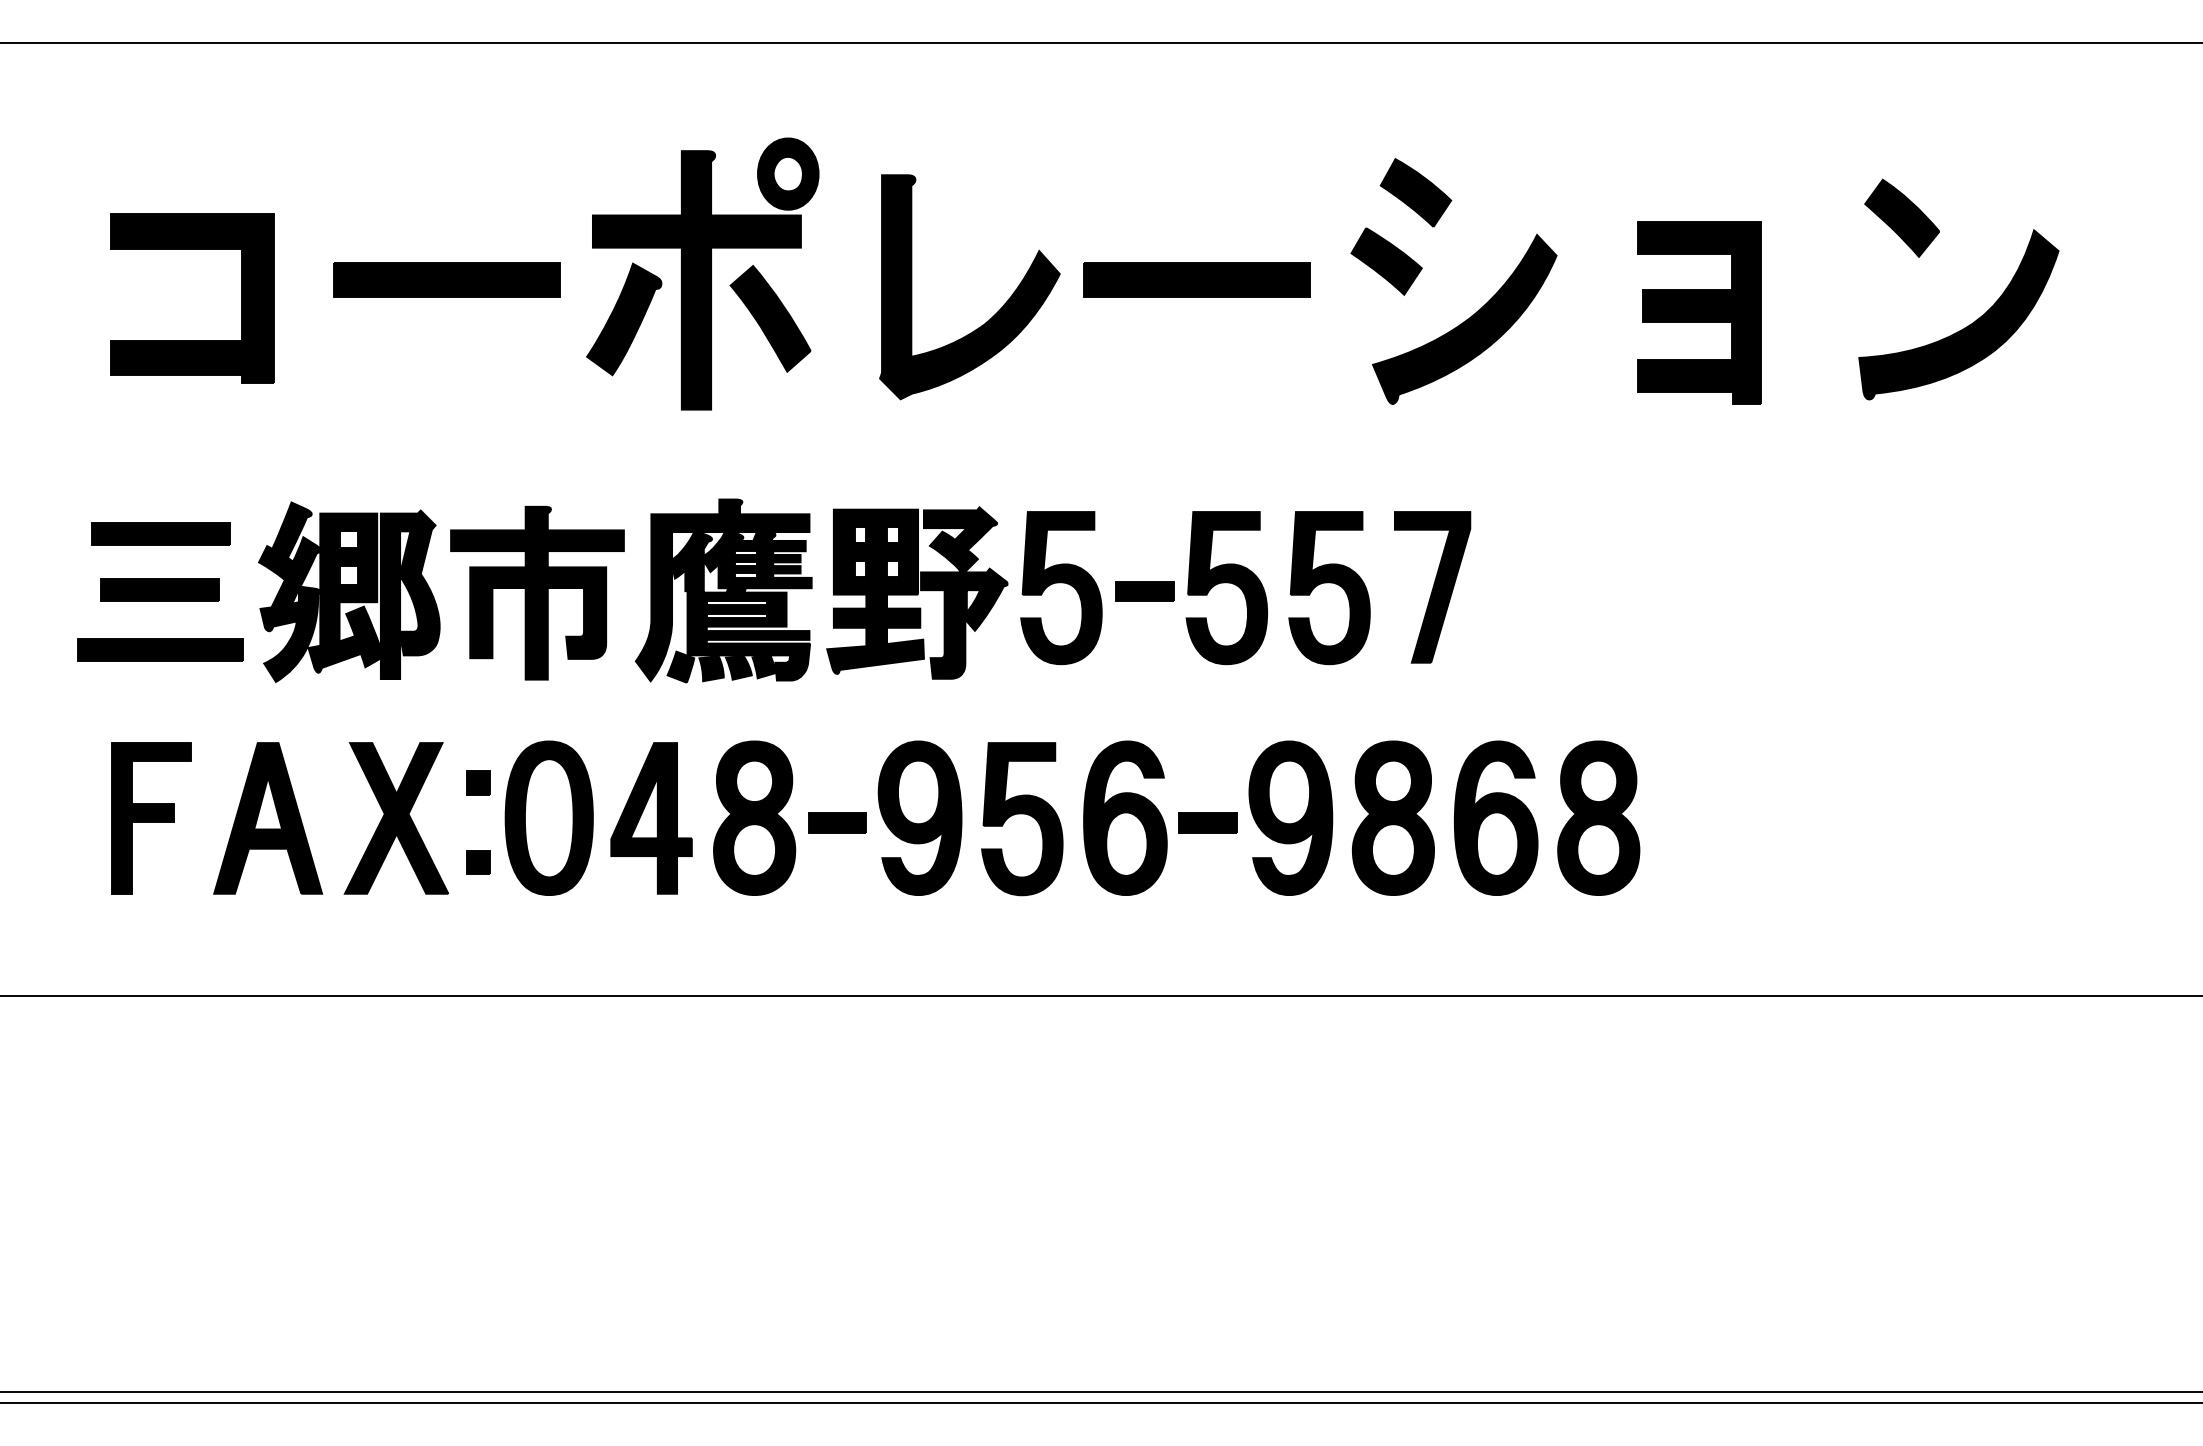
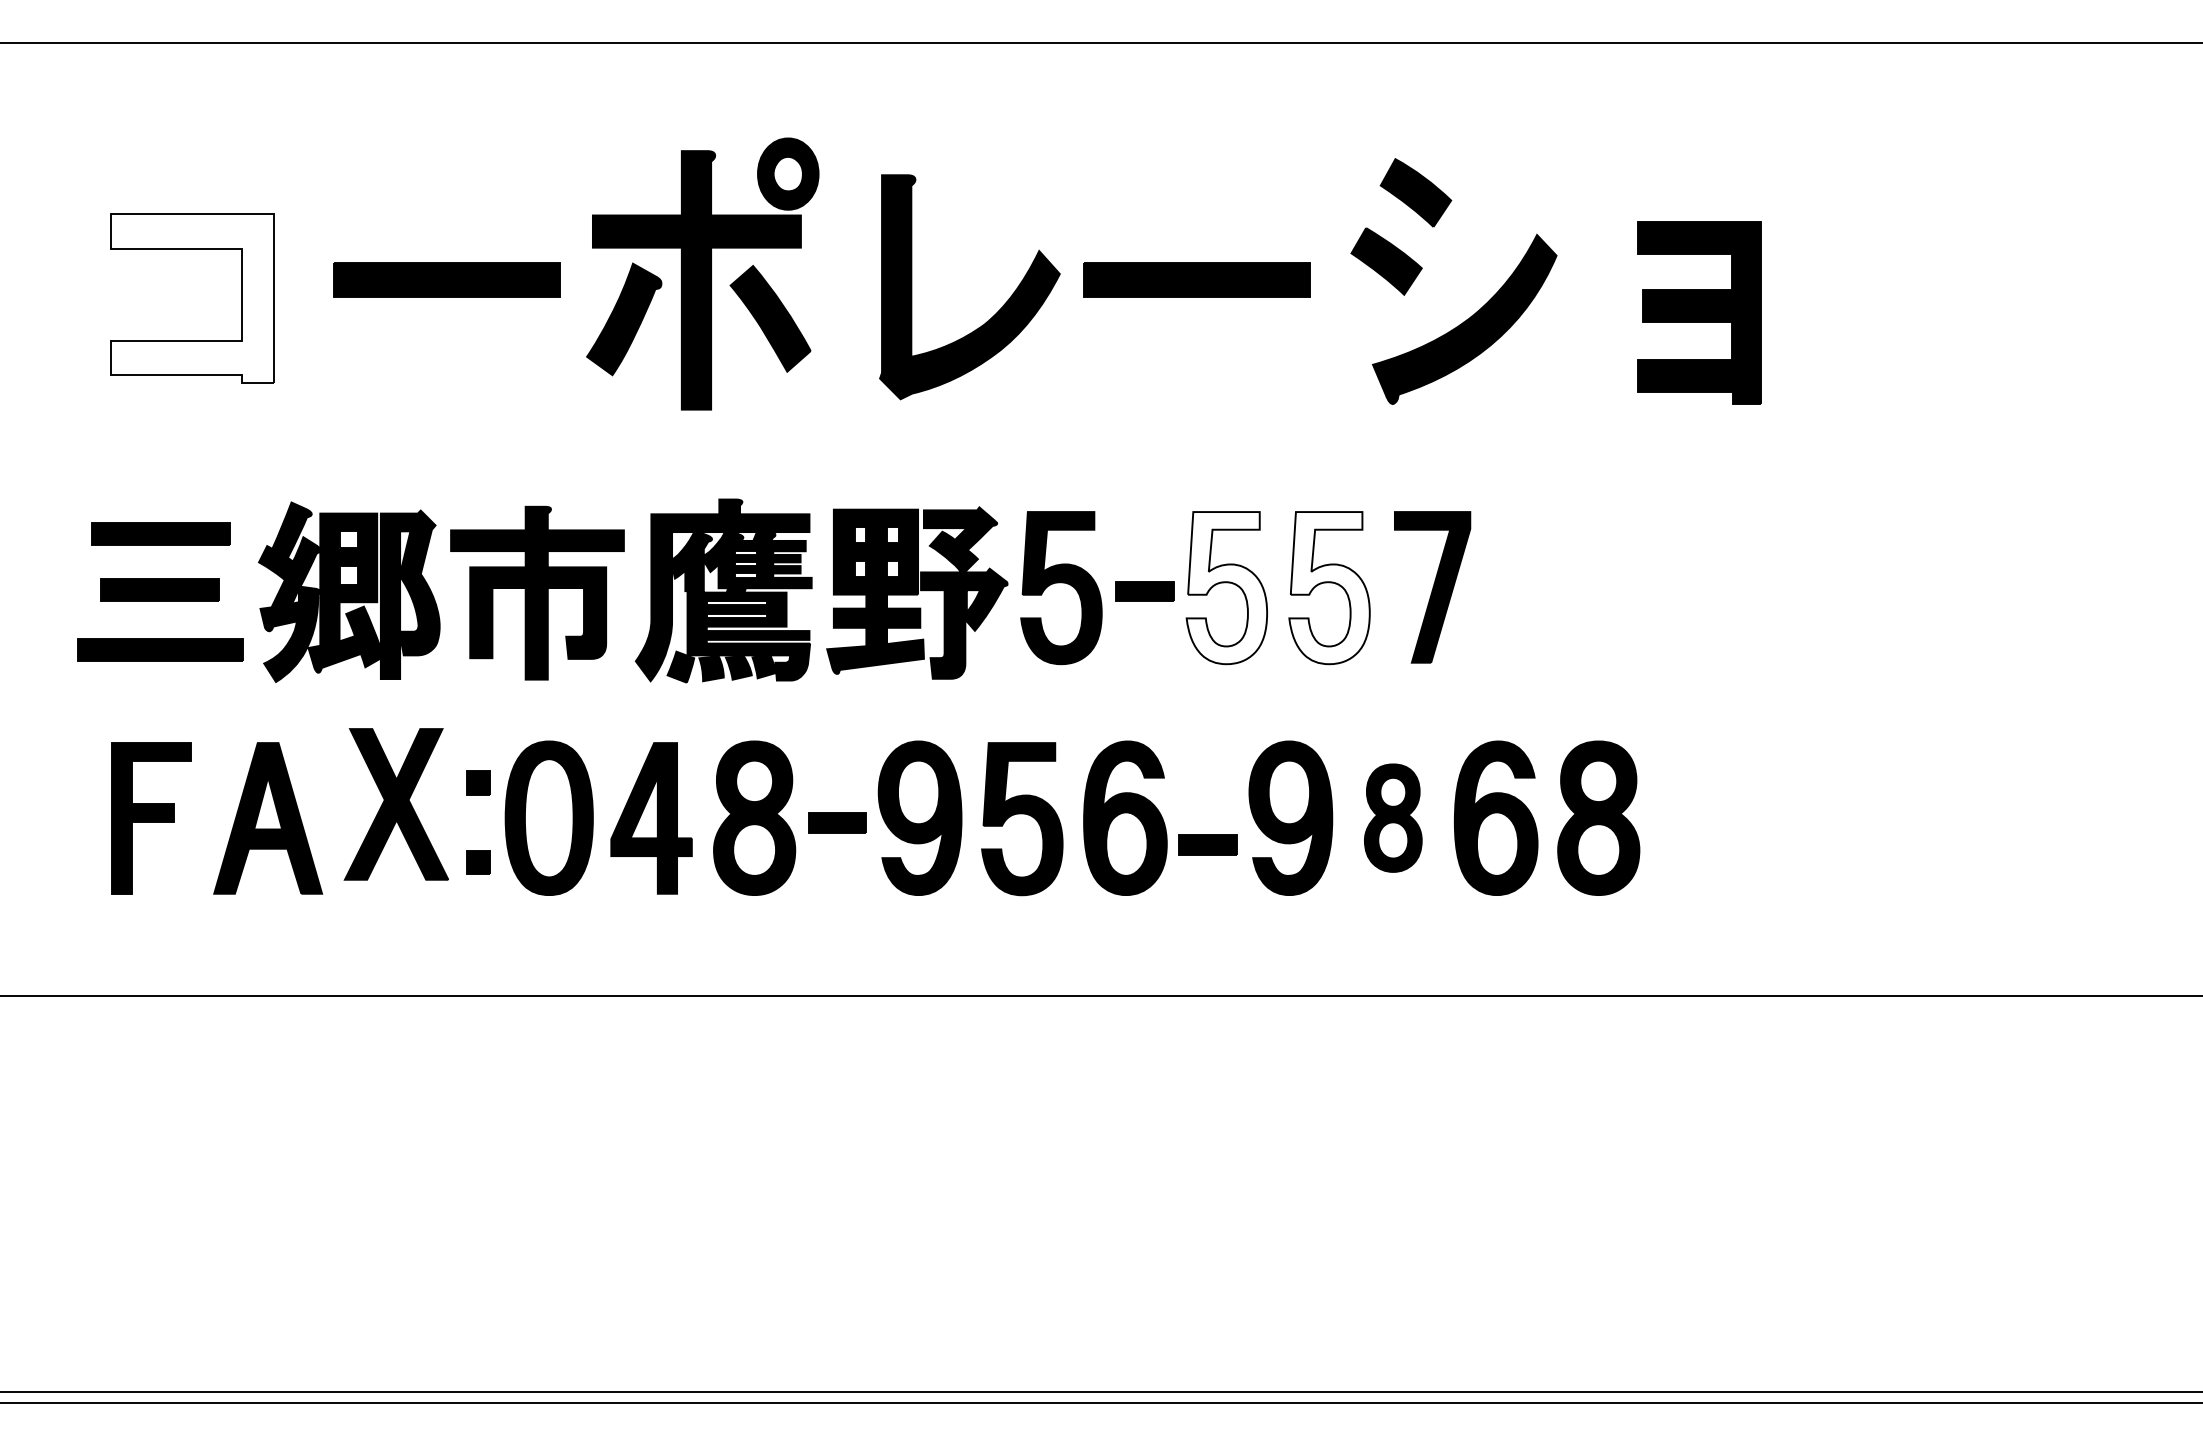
fill at (192, 298): present -> none
part at (1977, 318): present -> none
fill at (1226, 588): present -> none
fill at (1329, 588): present -> none
part at (1392, 817) size: 84x156 px -> 59x110 px
part at (395, 818) position: (395, 818) -> (395, 804)
part at (1207, 822) position: (1207, 822) -> (1207, 844)
